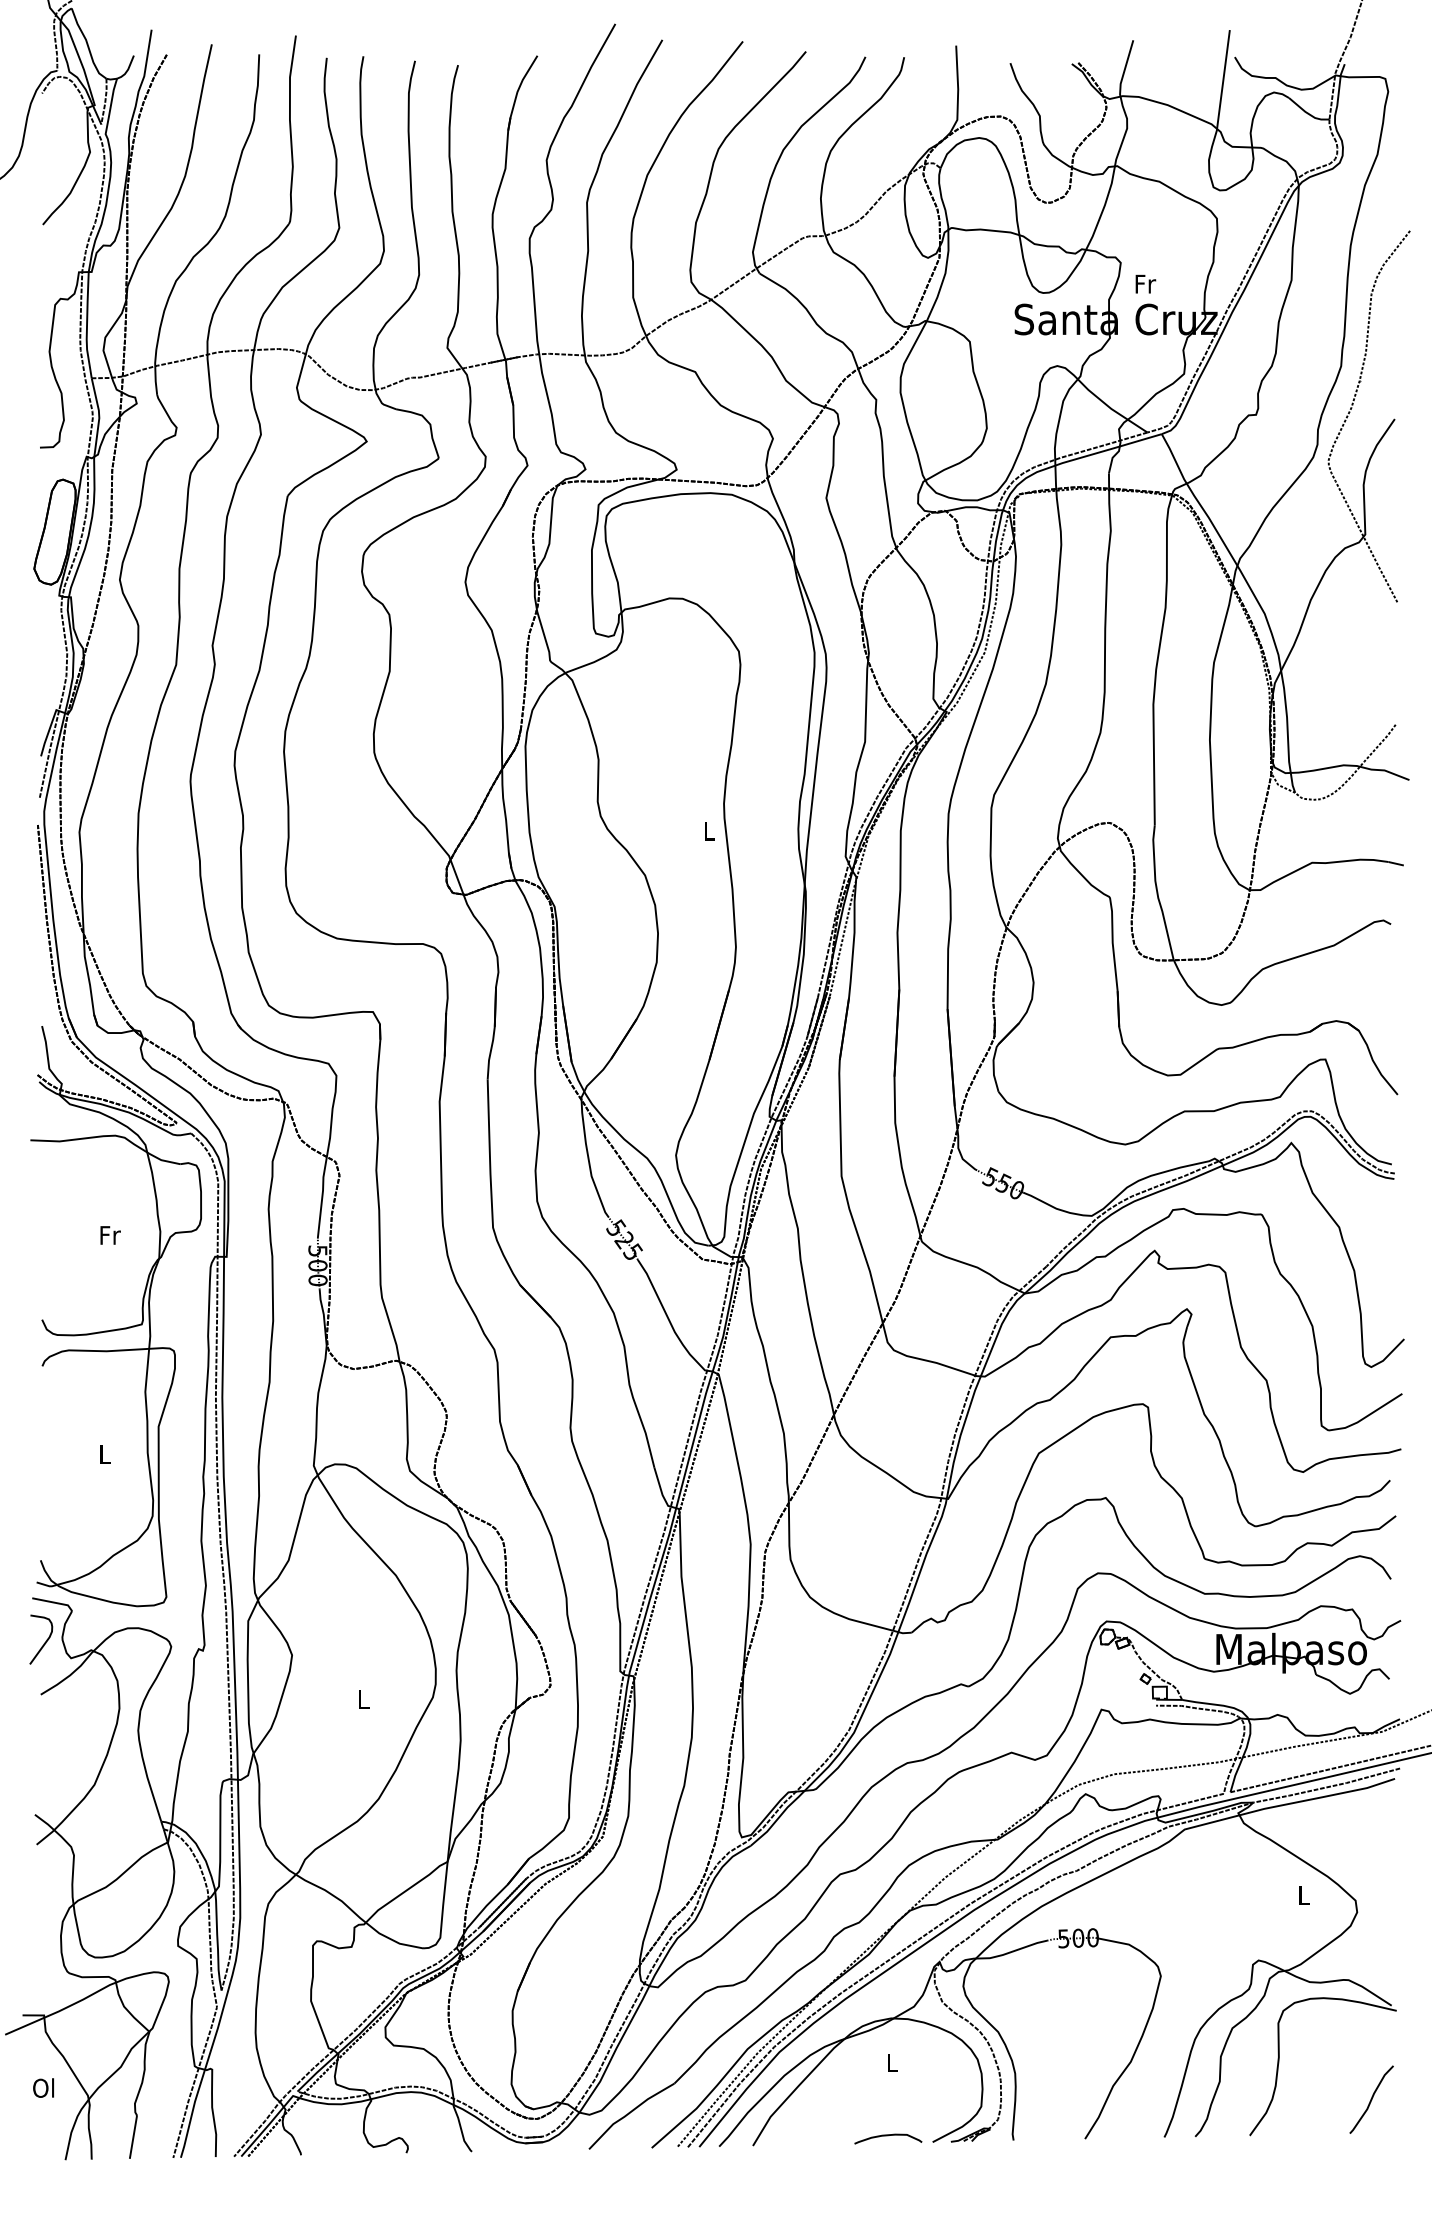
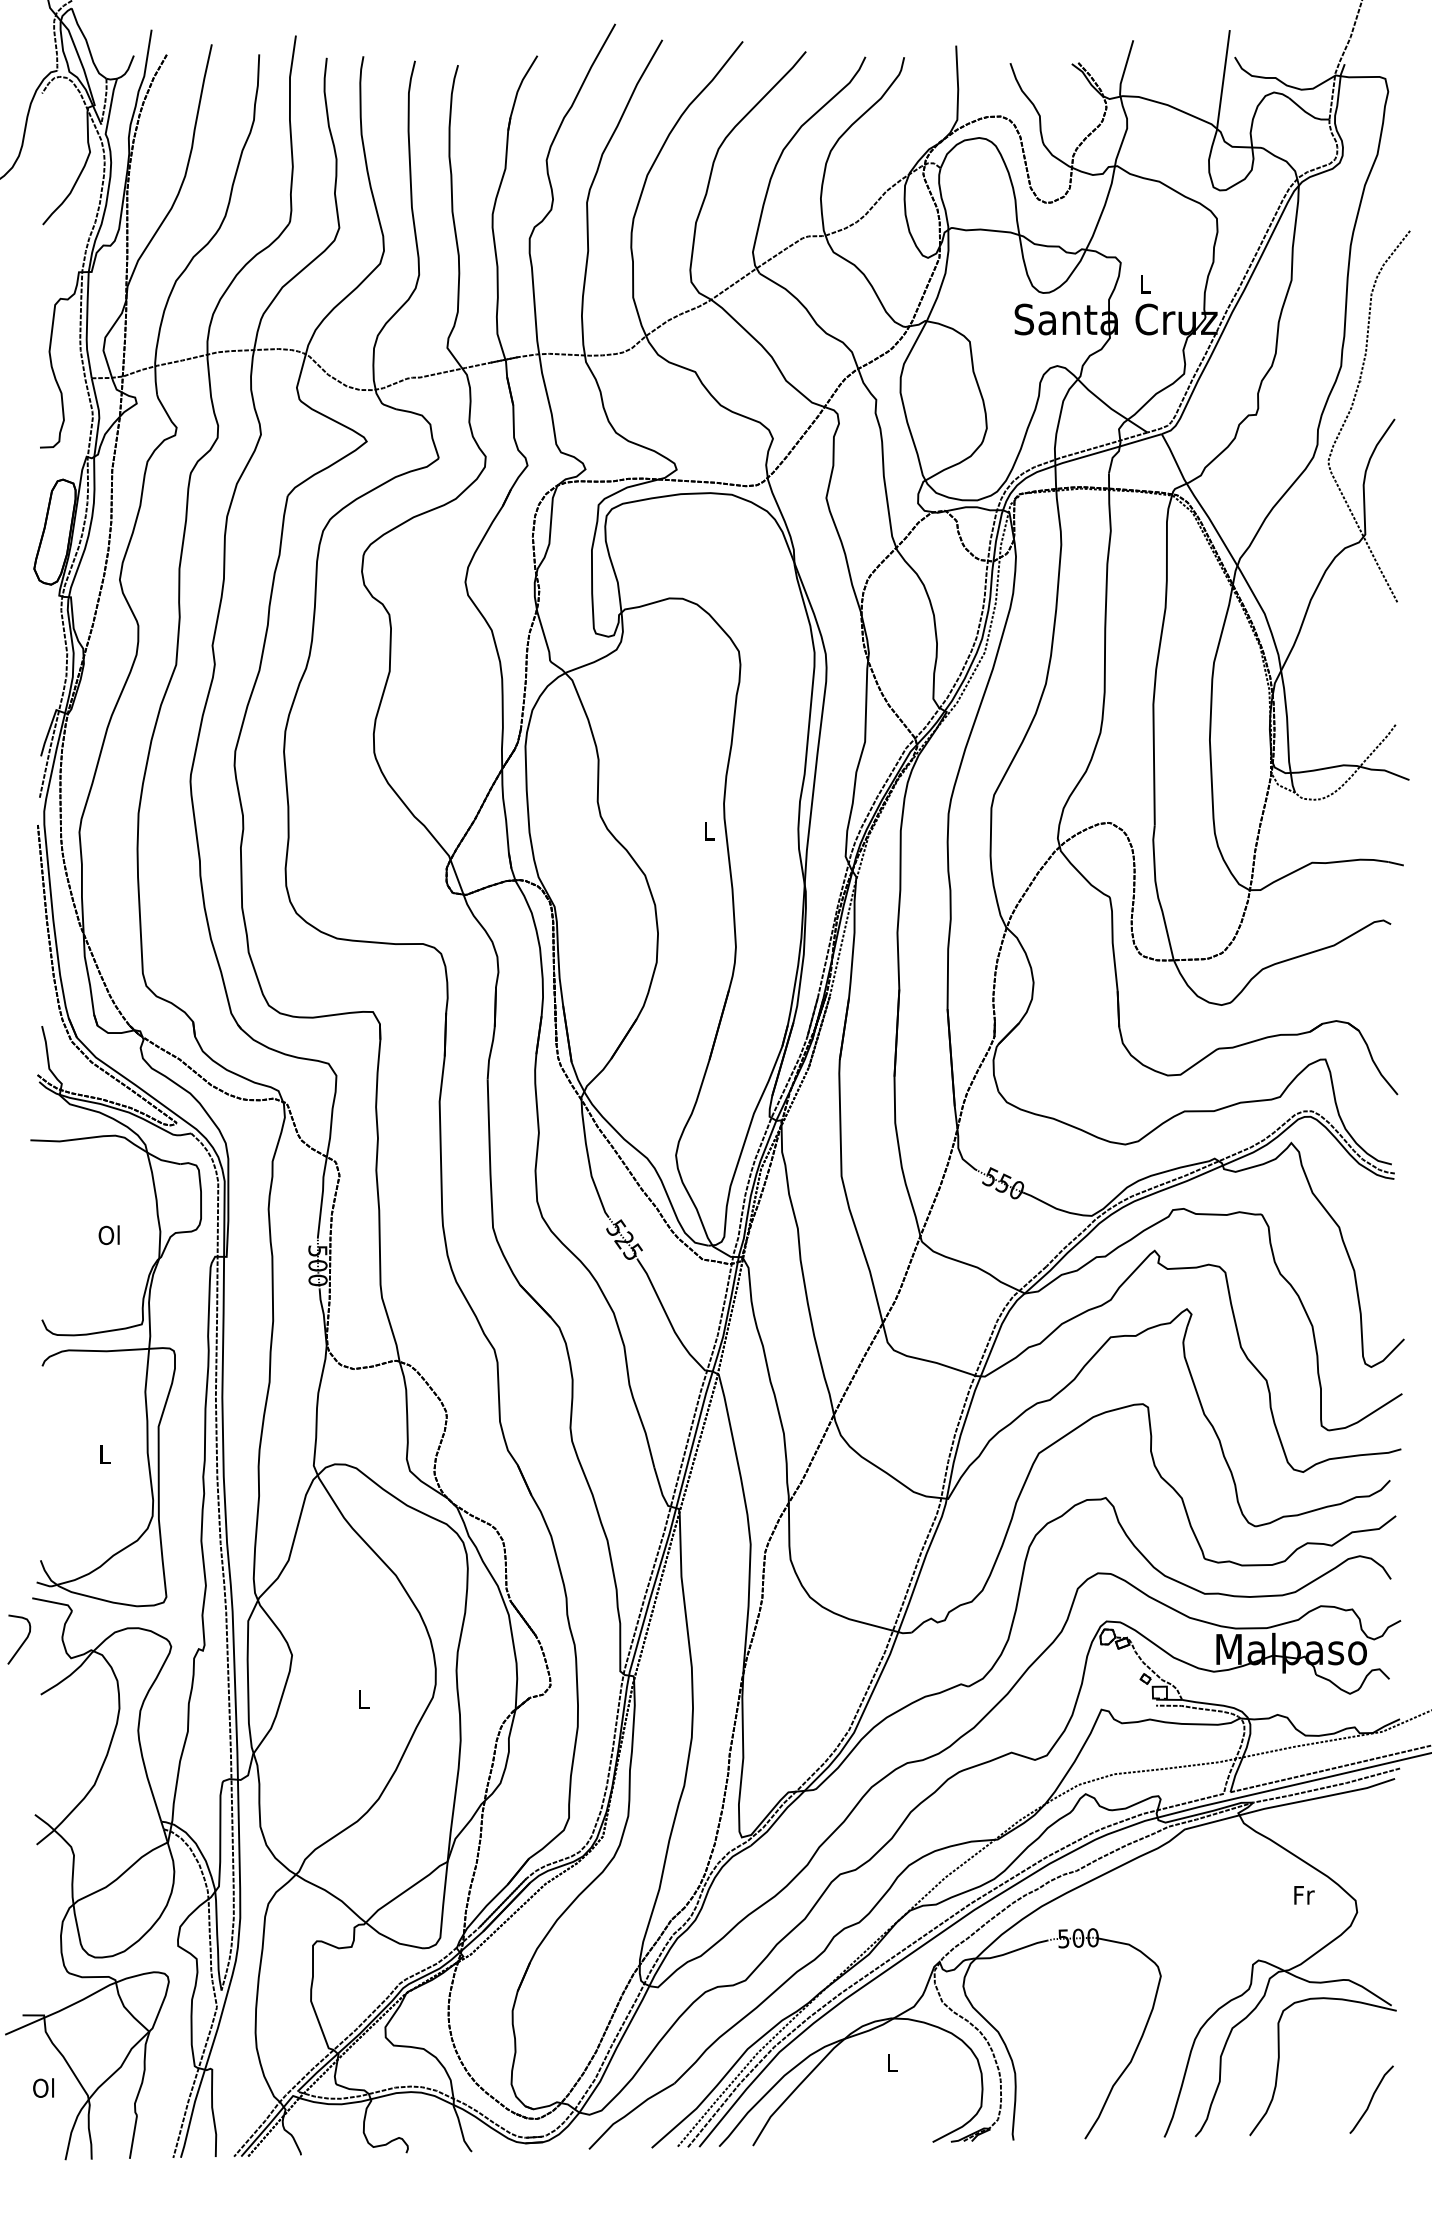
text at (1145, 283): Fr -> L
text at (109, 1235): Fr -> Ol
curve at (44, 1642) position: (44, 1642) -> (22, 1642)
text at (1304, 1895): L -> Fr
curve at (888, 2136): present -> none
